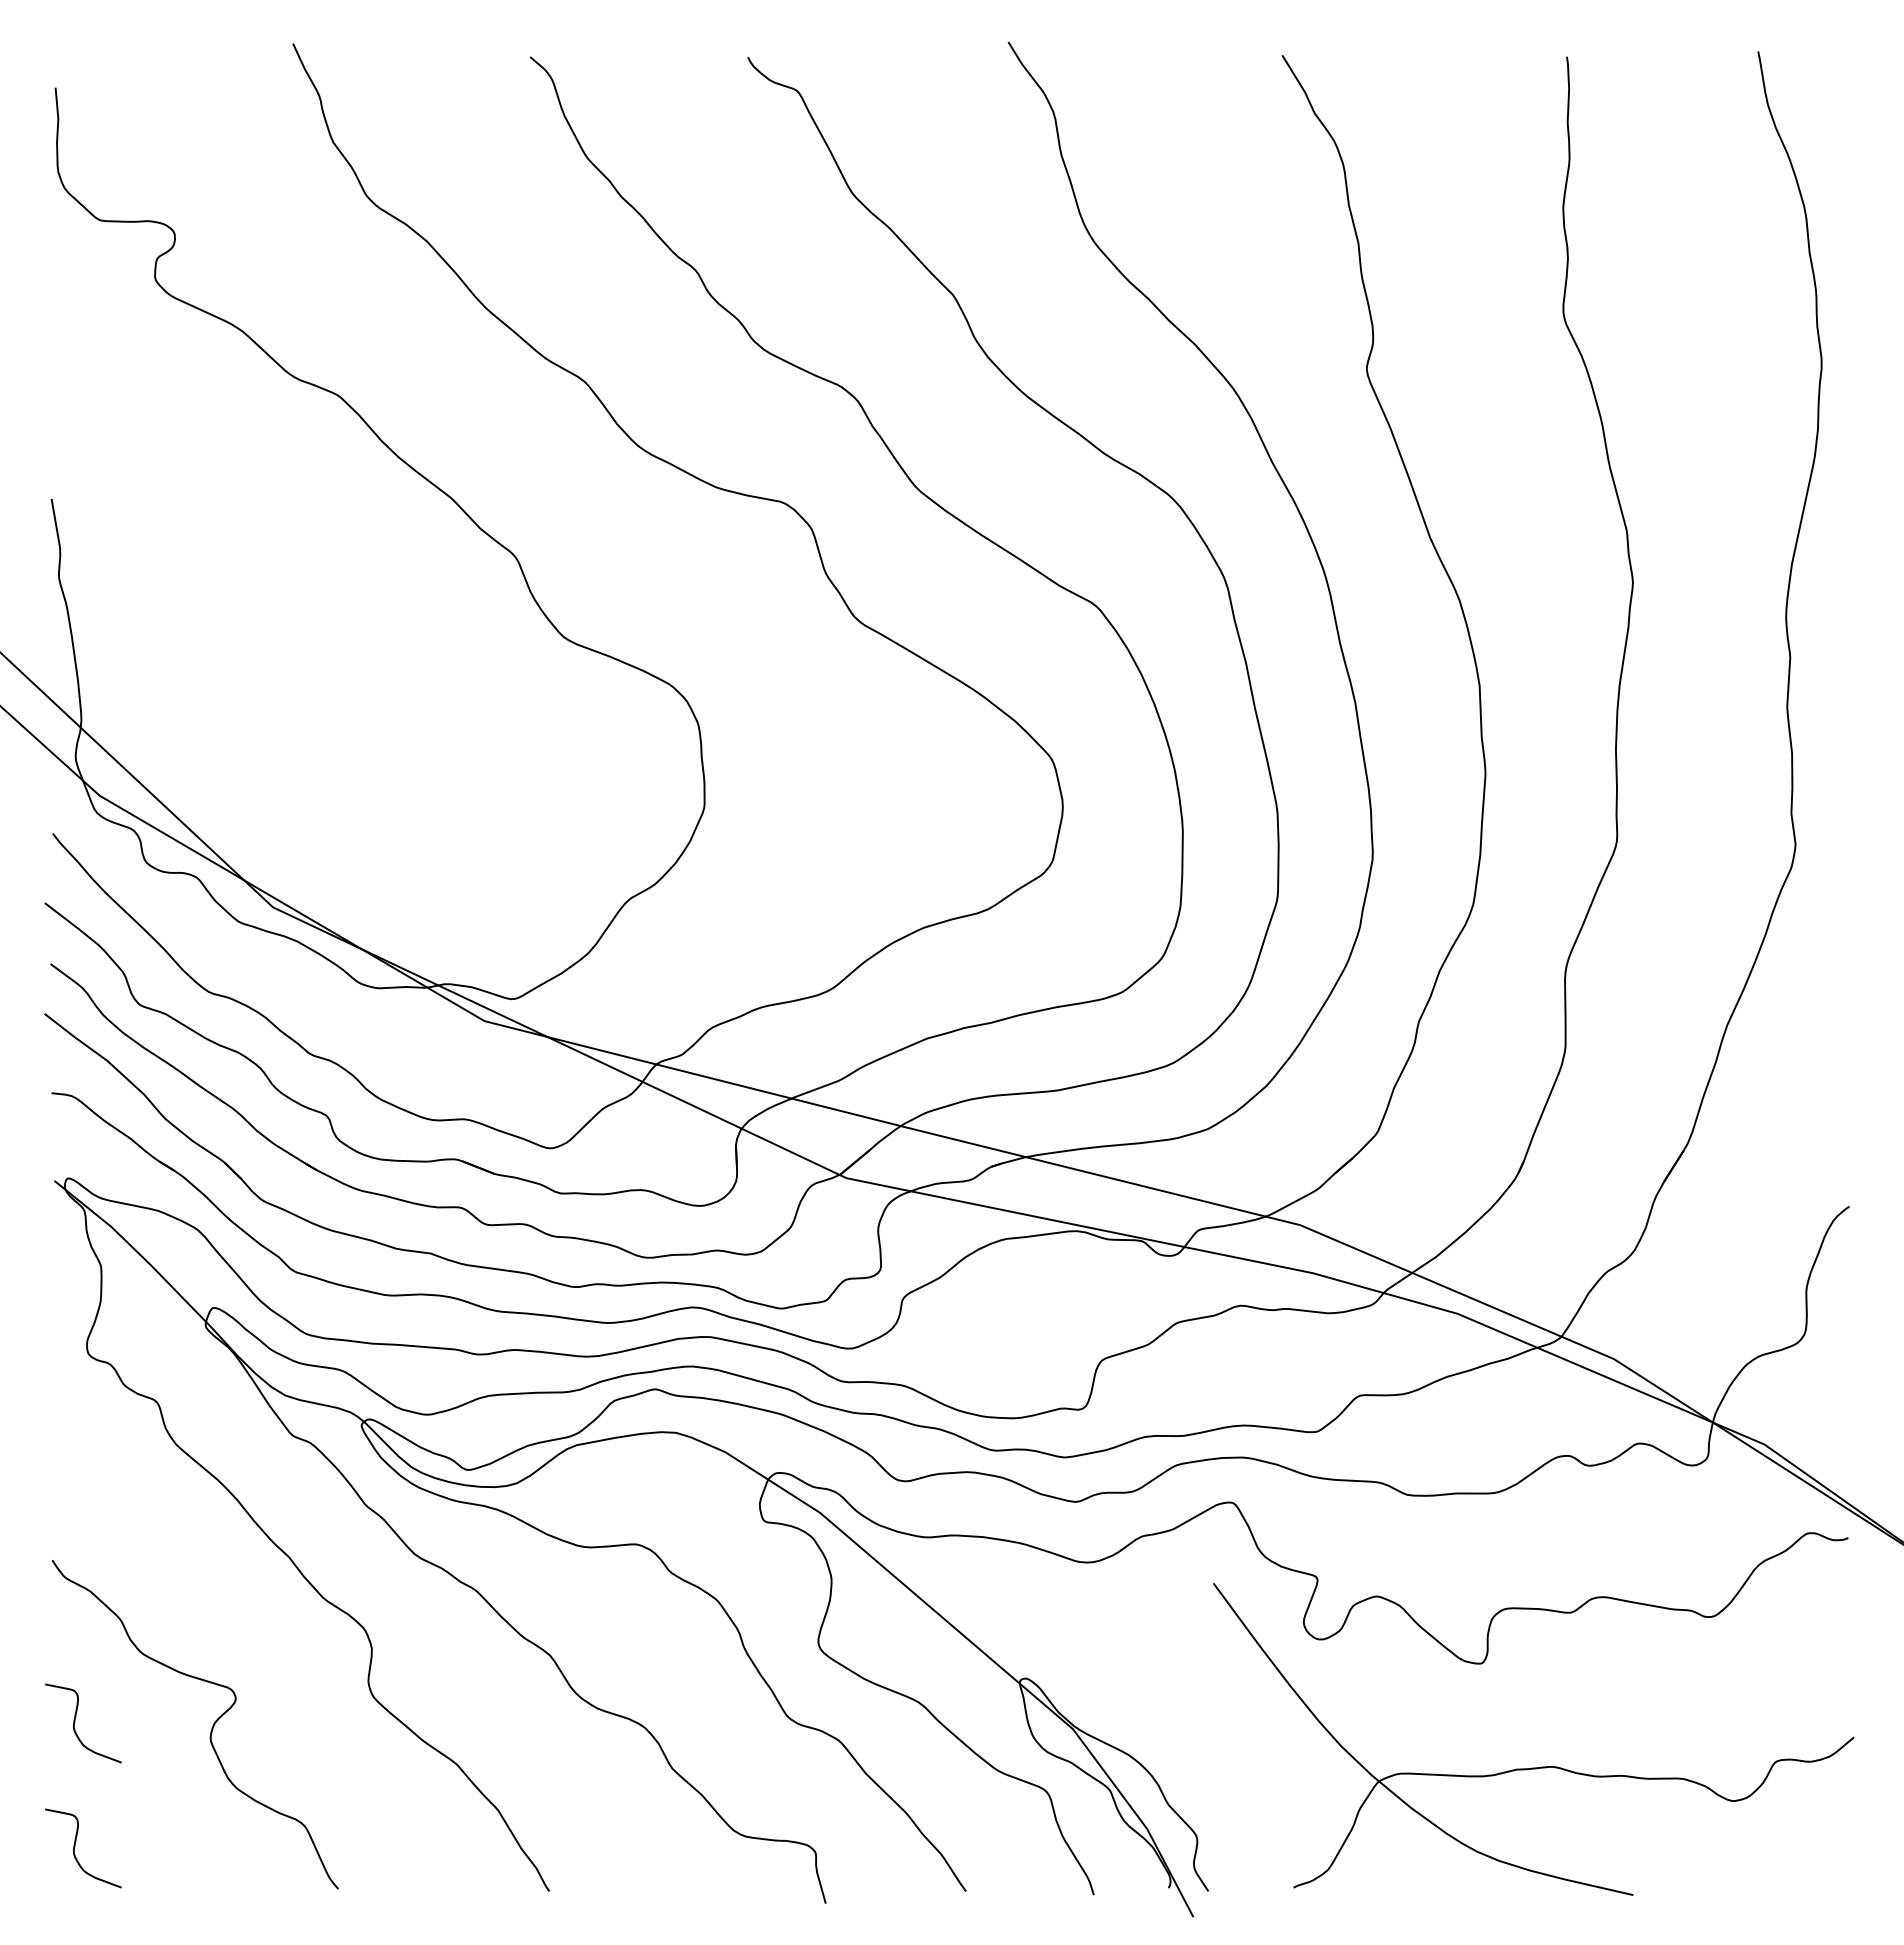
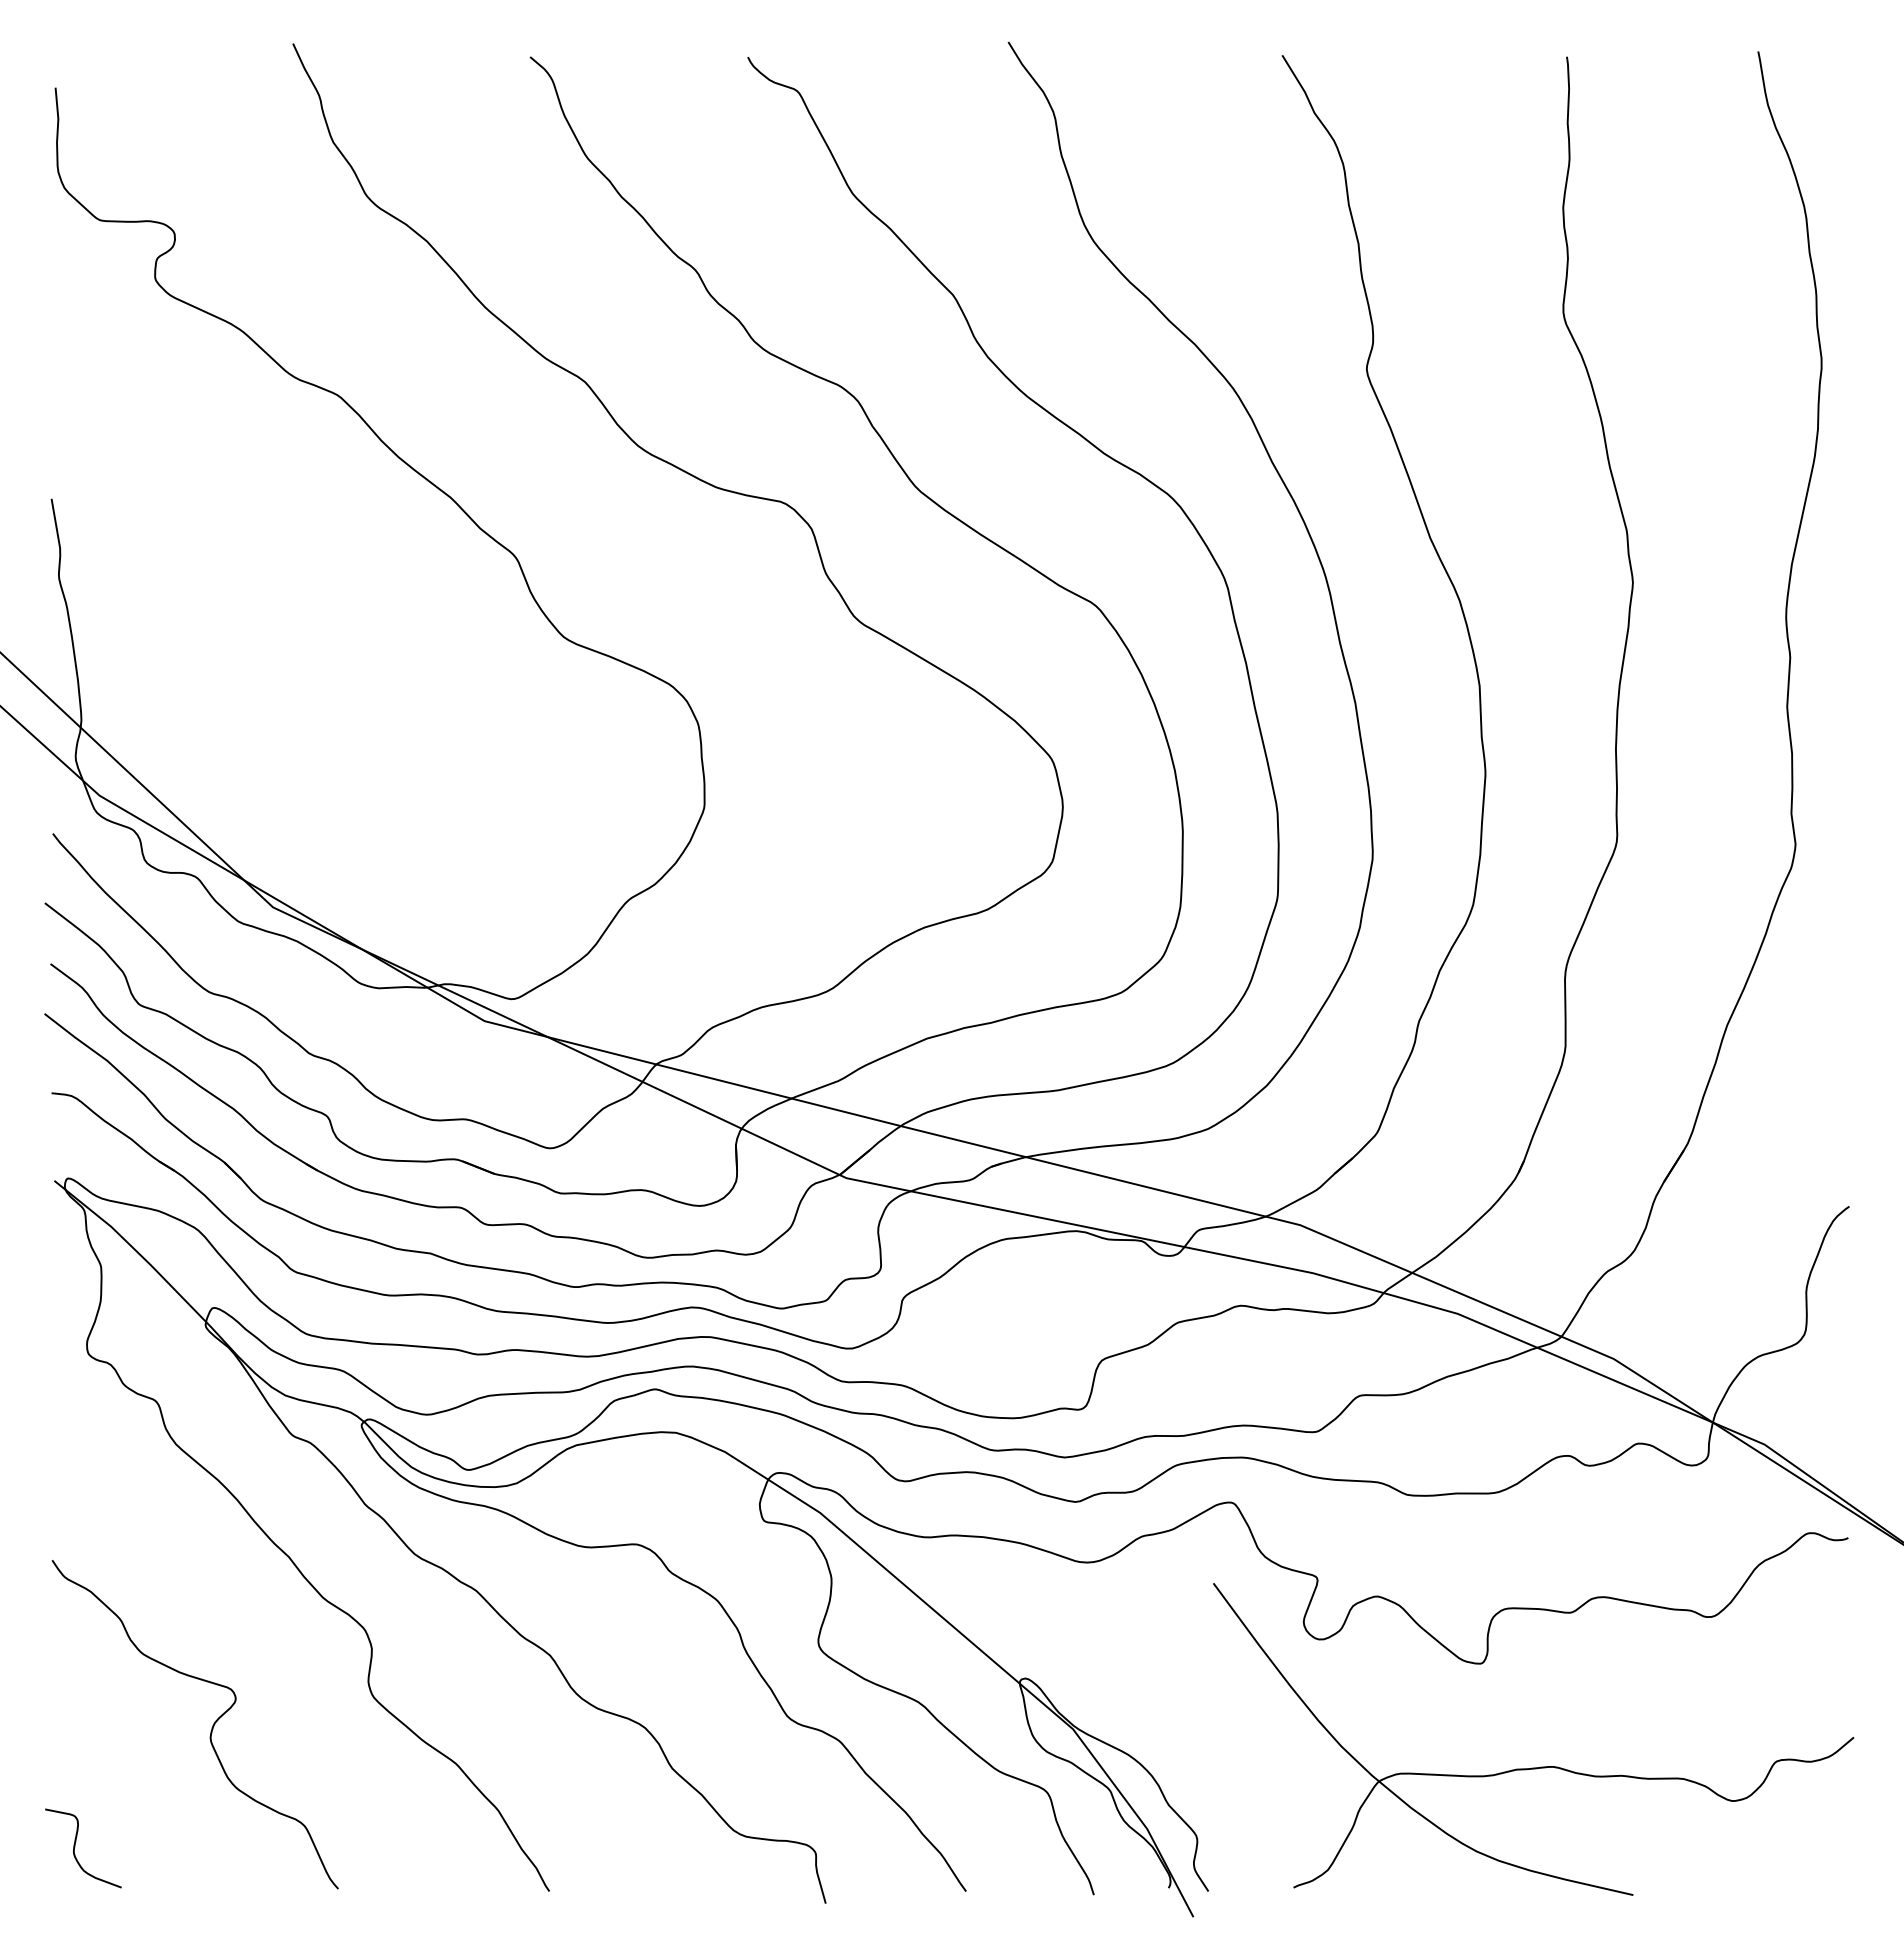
curve at (75, 1722): present -> none
